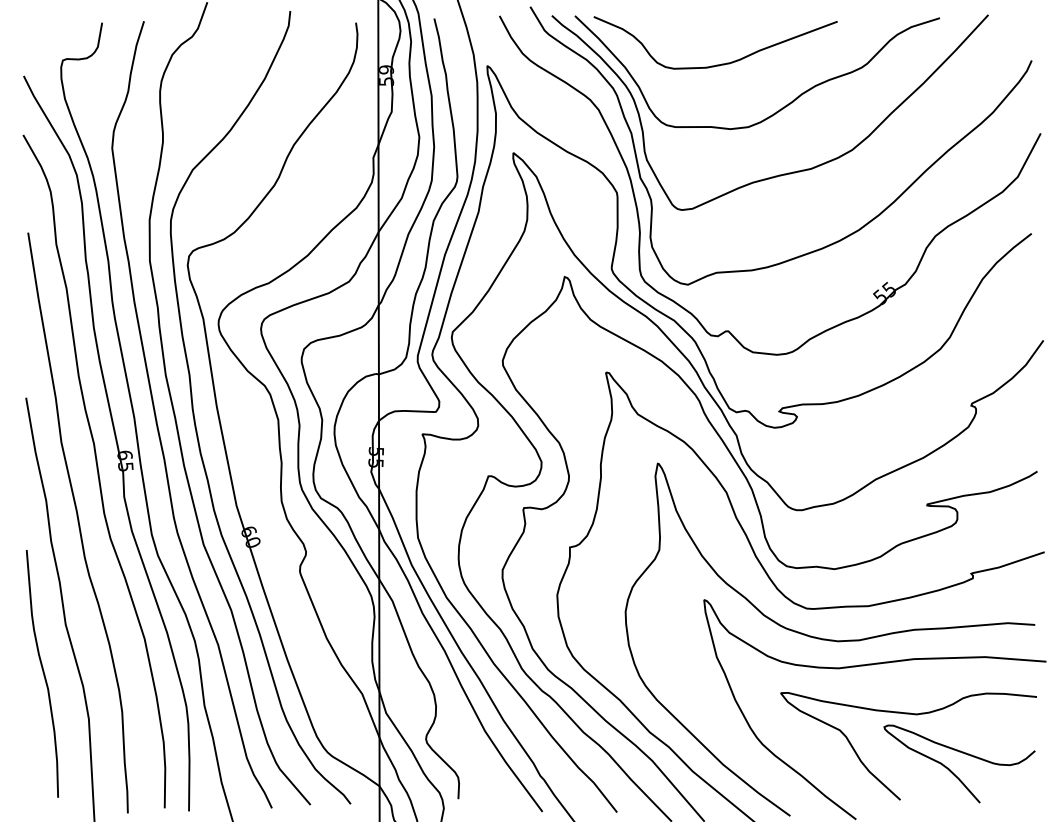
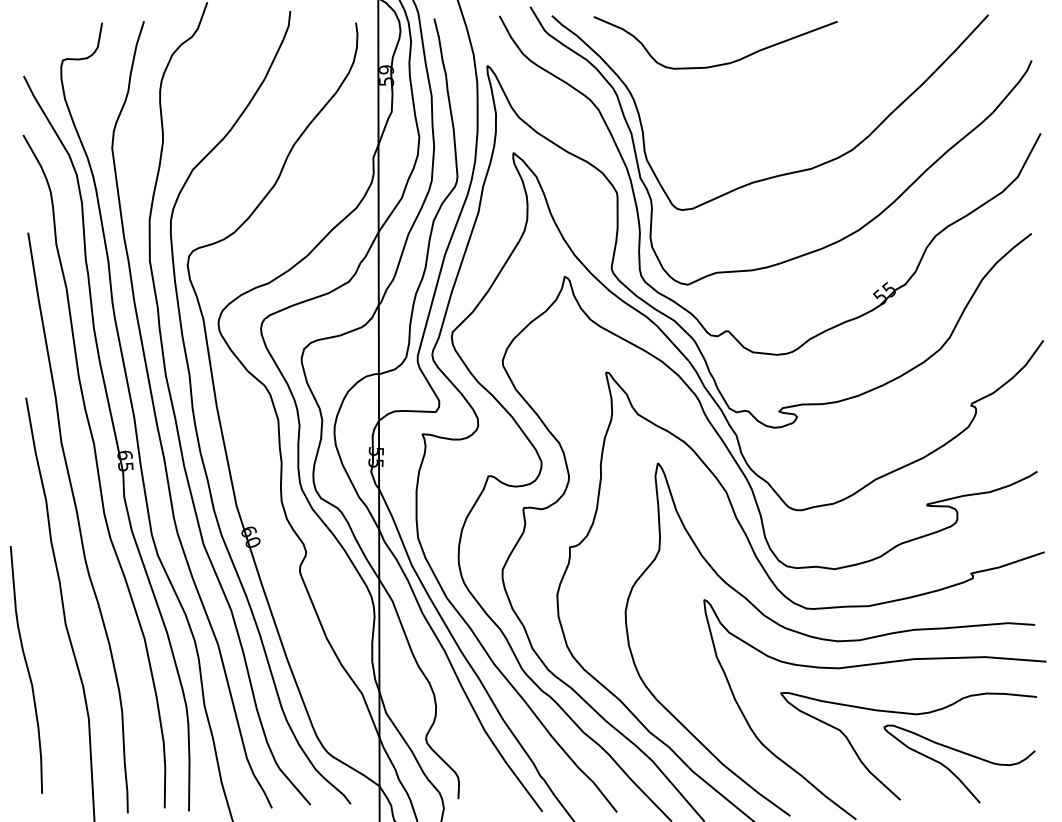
curve at (780, 108): present -> none
curve at (42, 672) position: (42, 672) -> (26, 668)
